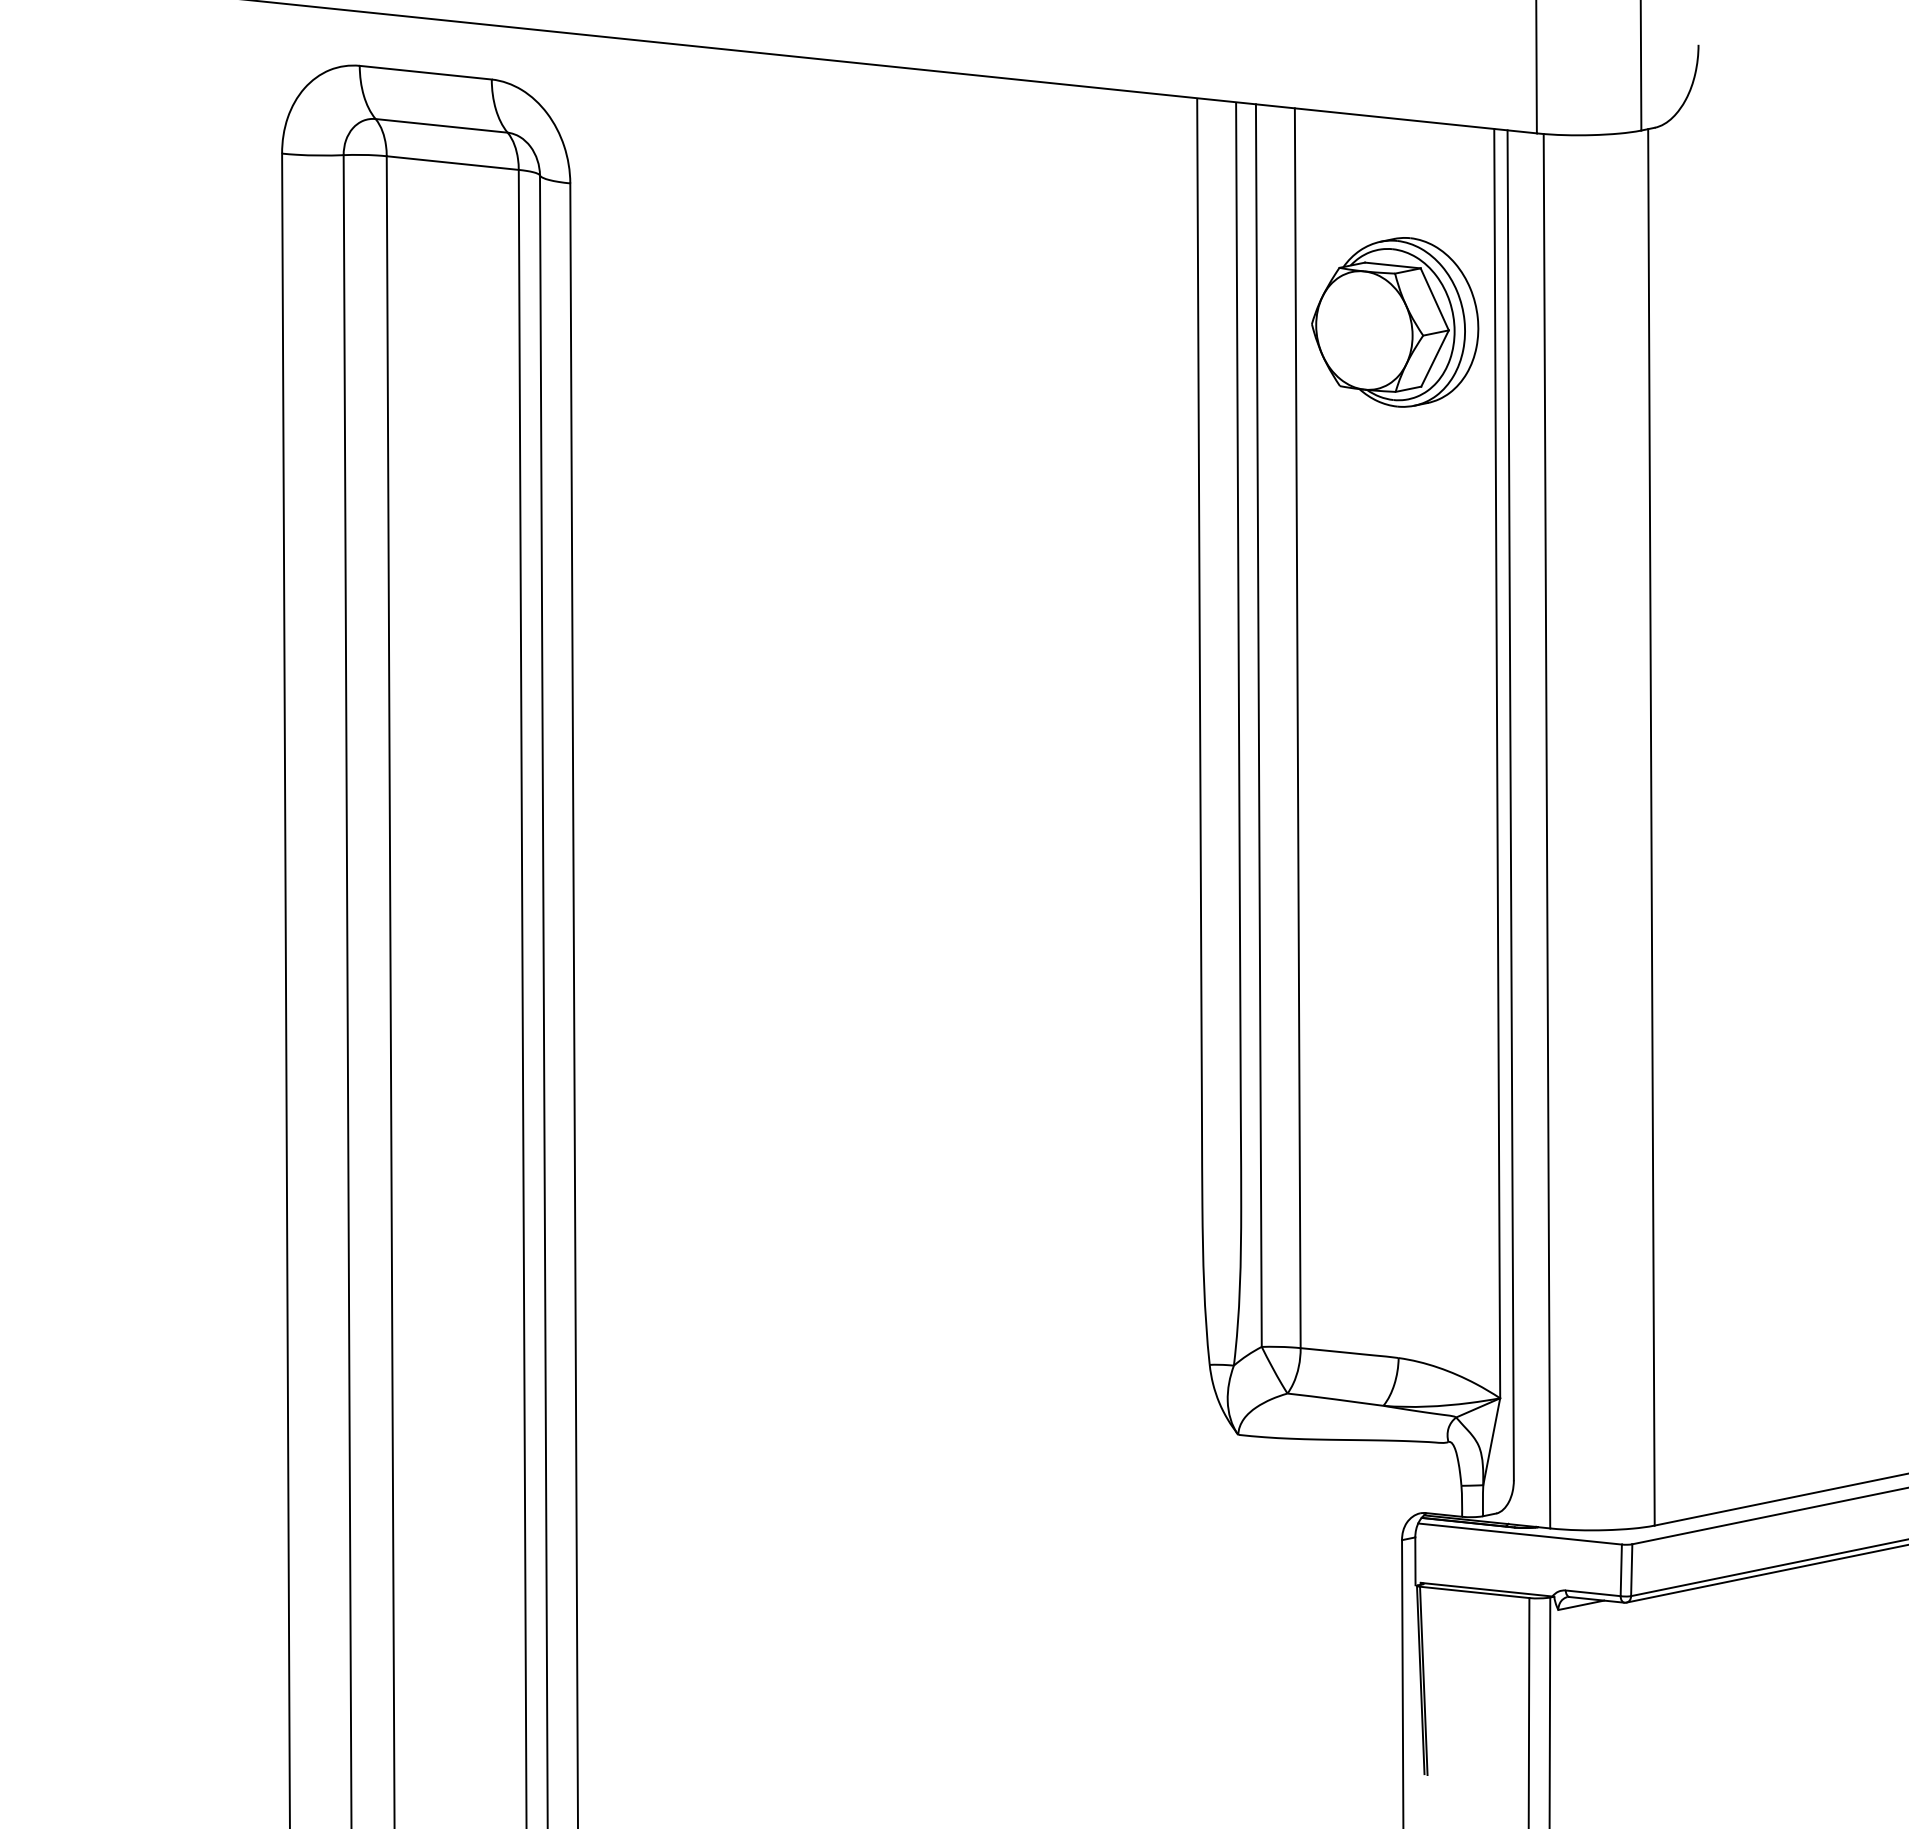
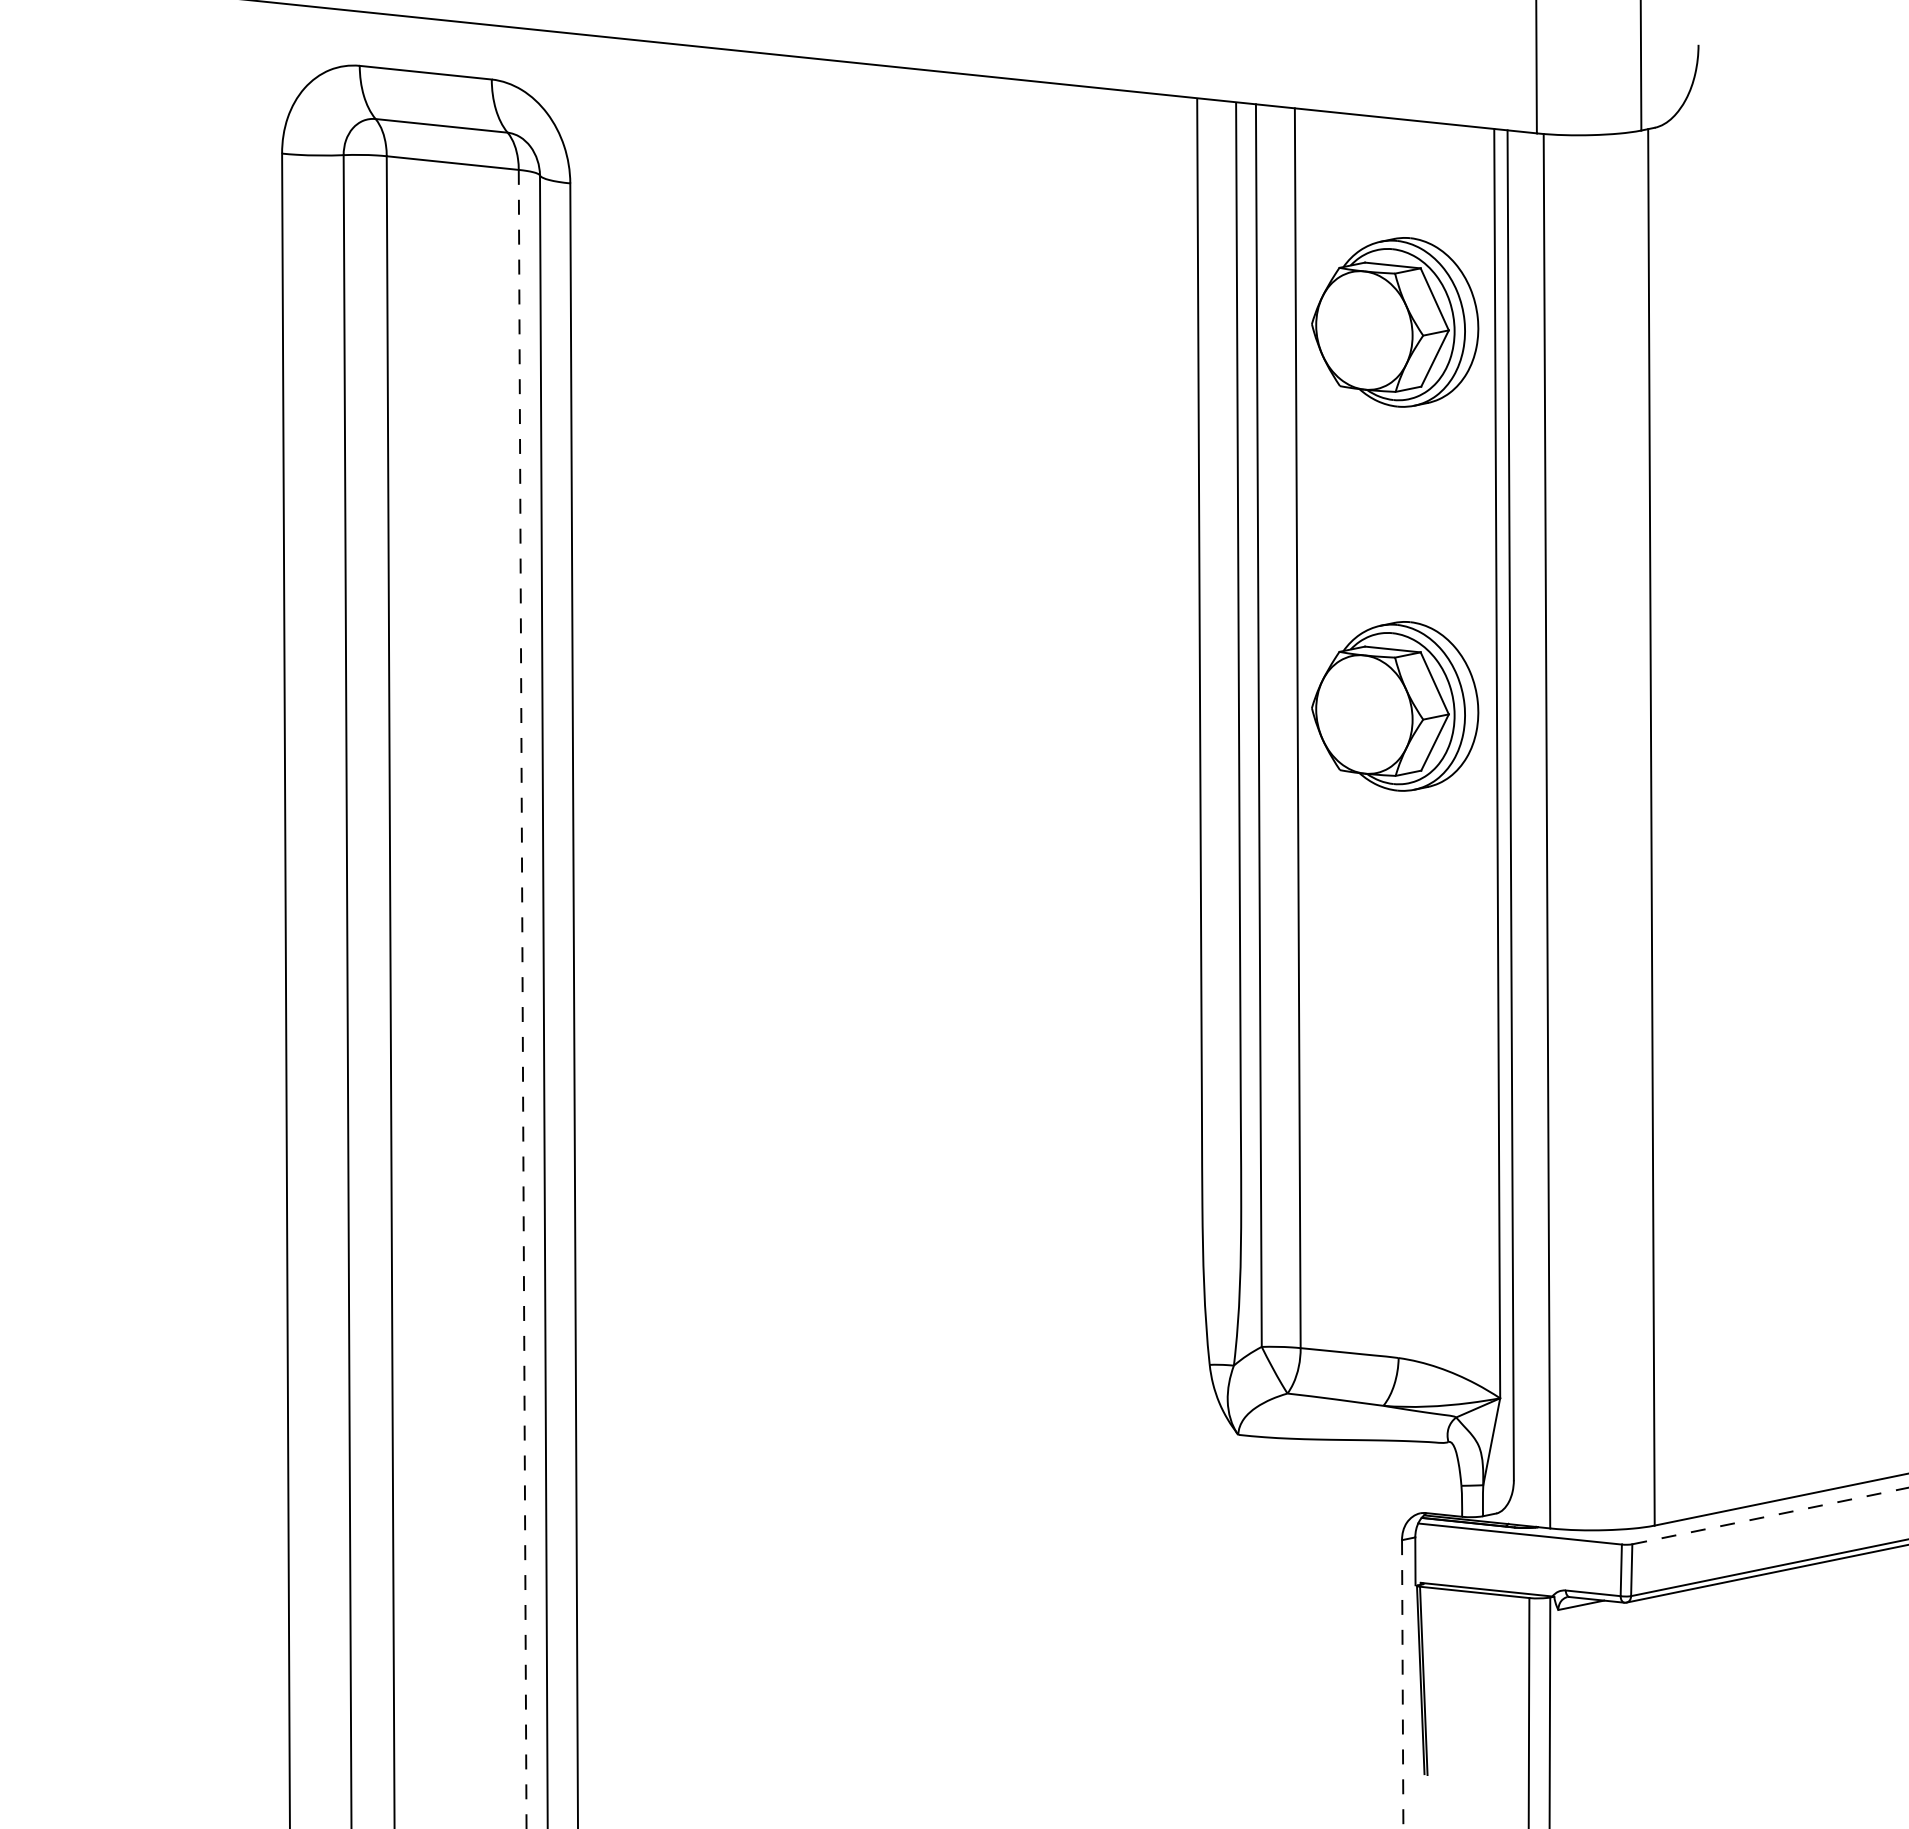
part at (1395, 706): none -> present
line at (522, 999): solid -> dashed
line at (1770, 1516): solid -> dashed
line at (1402, 1684): solid -> dashed
